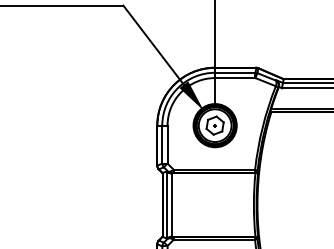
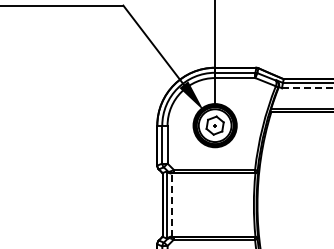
line at (307, 88): solid -> dashed
line at (172, 204): solid -> dashed
